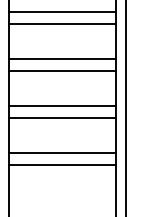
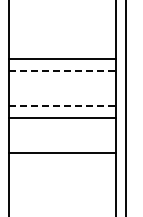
line at (62, 12): present -> none
line at (62, 24): present -> none
line at (62, 71): solid -> dashed
line at (62, 106): solid -> dashed
line at (62, 165): present -> none
